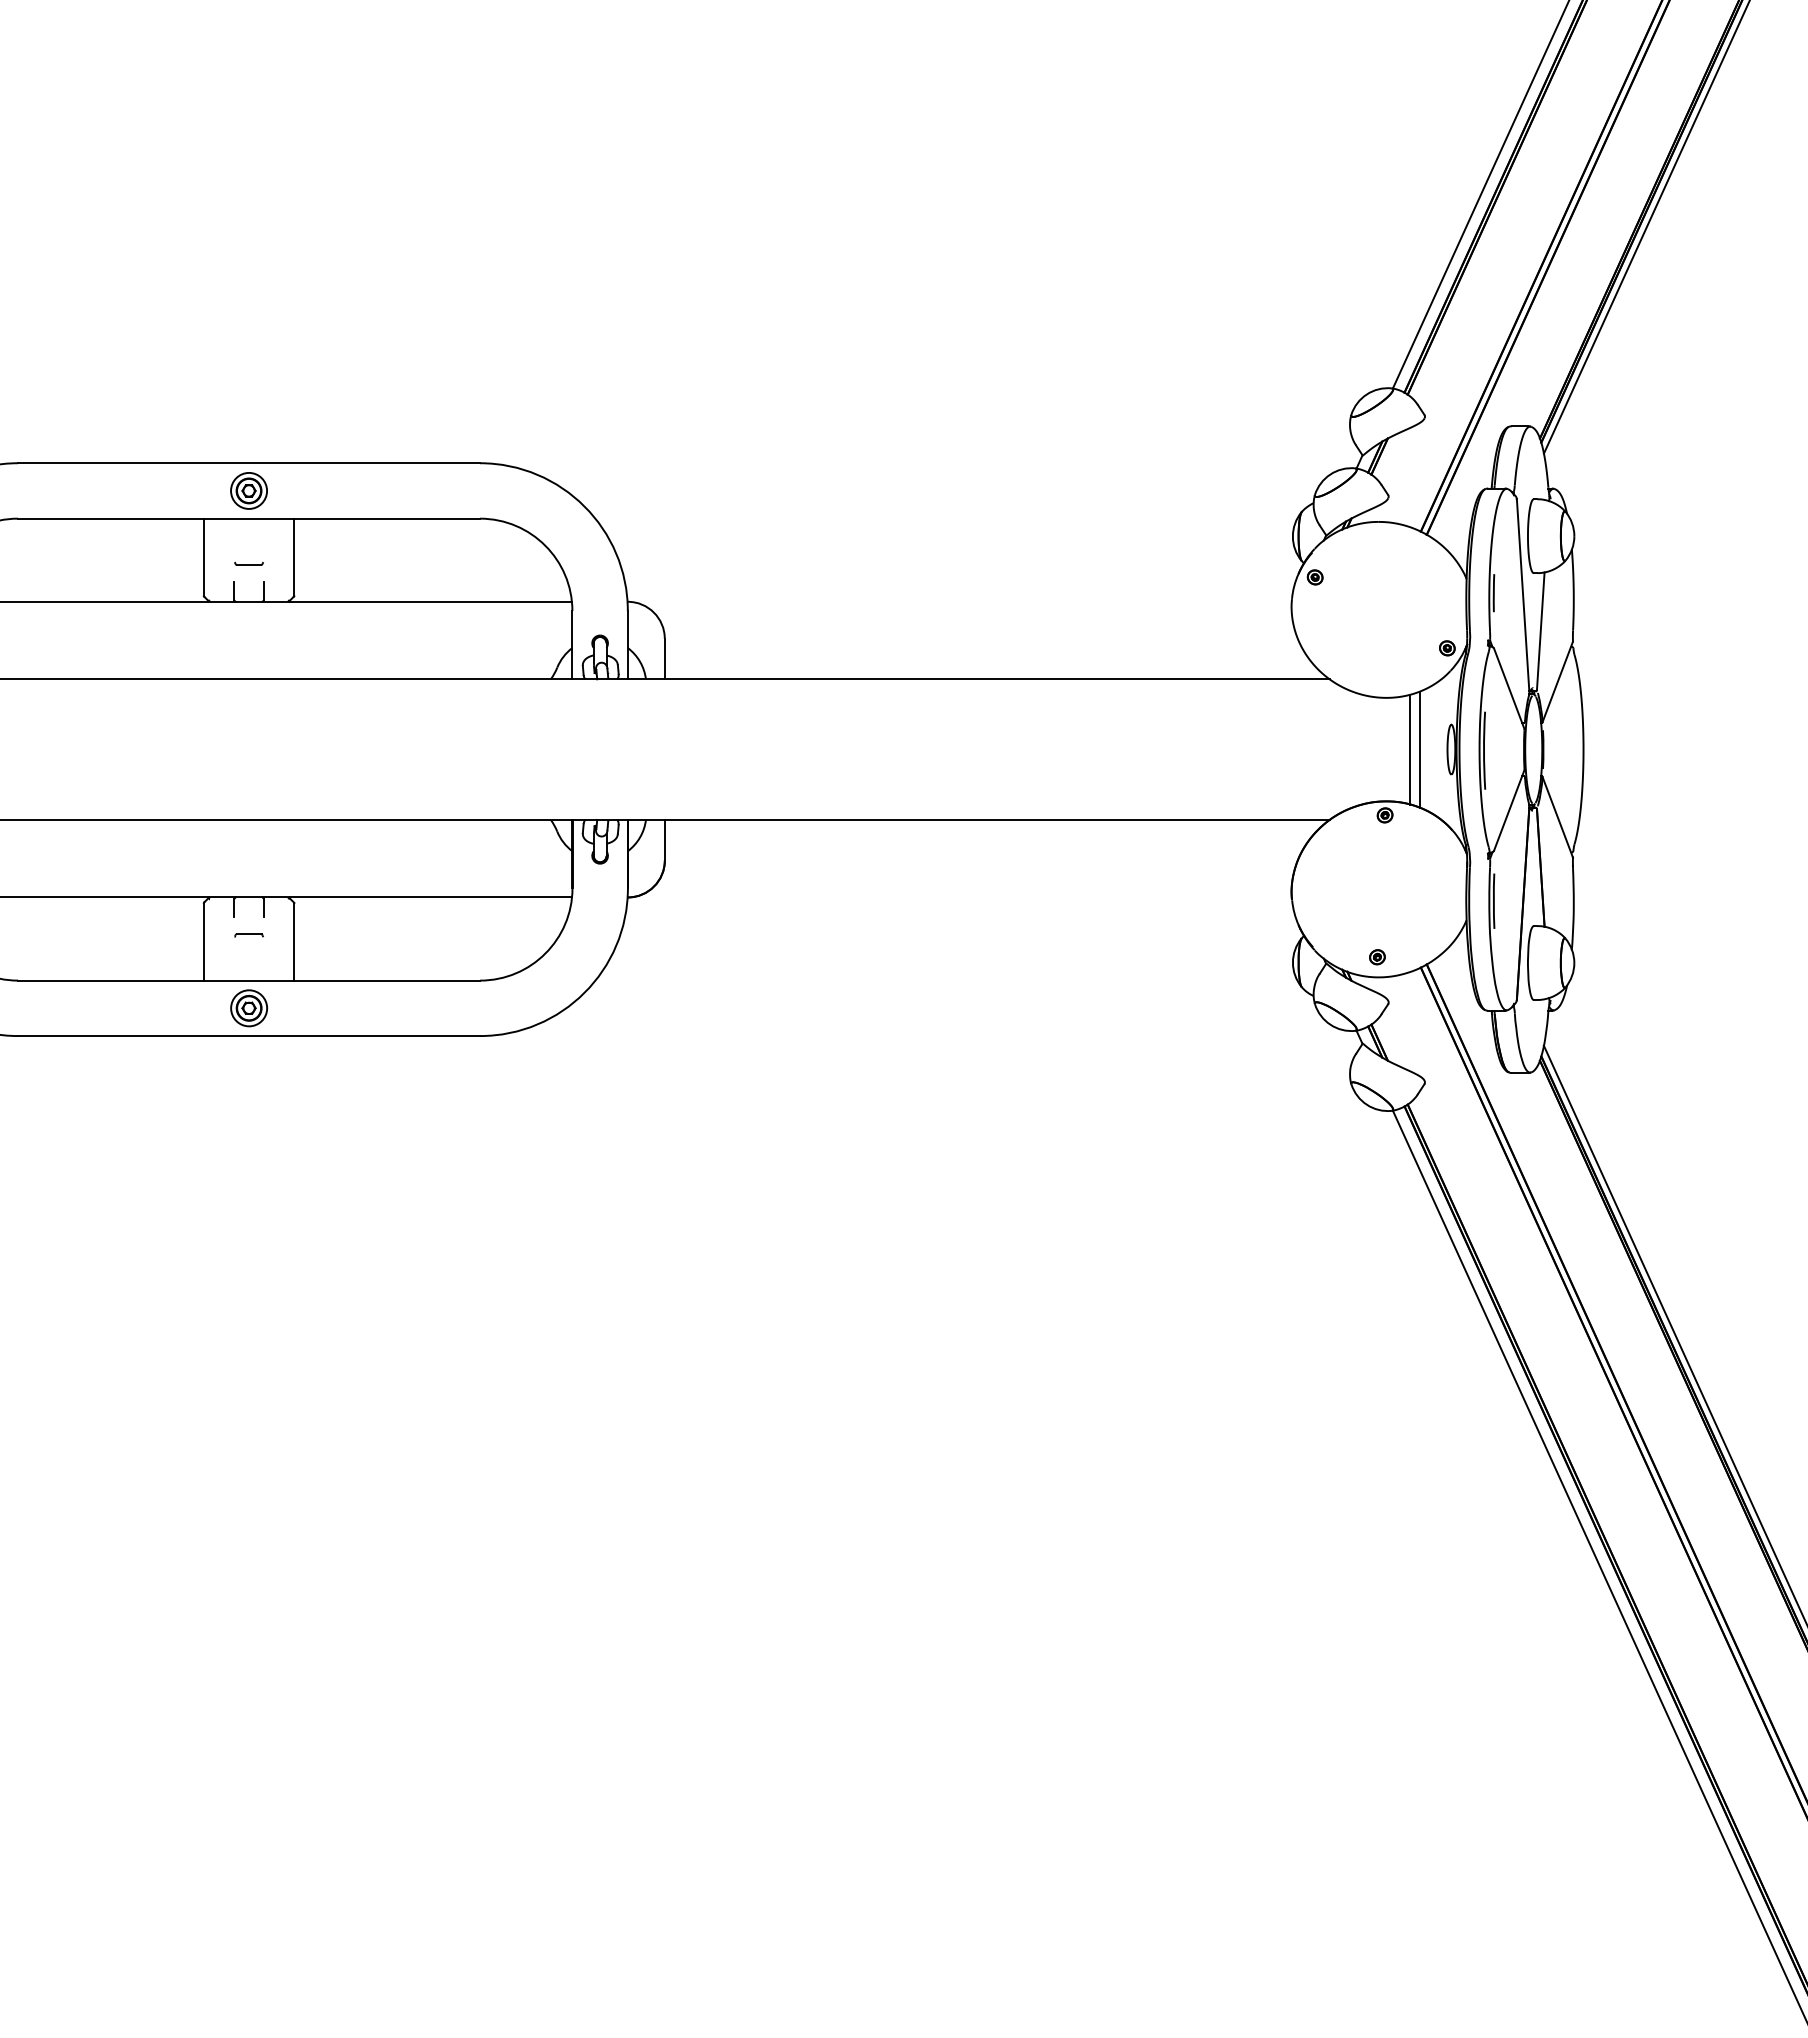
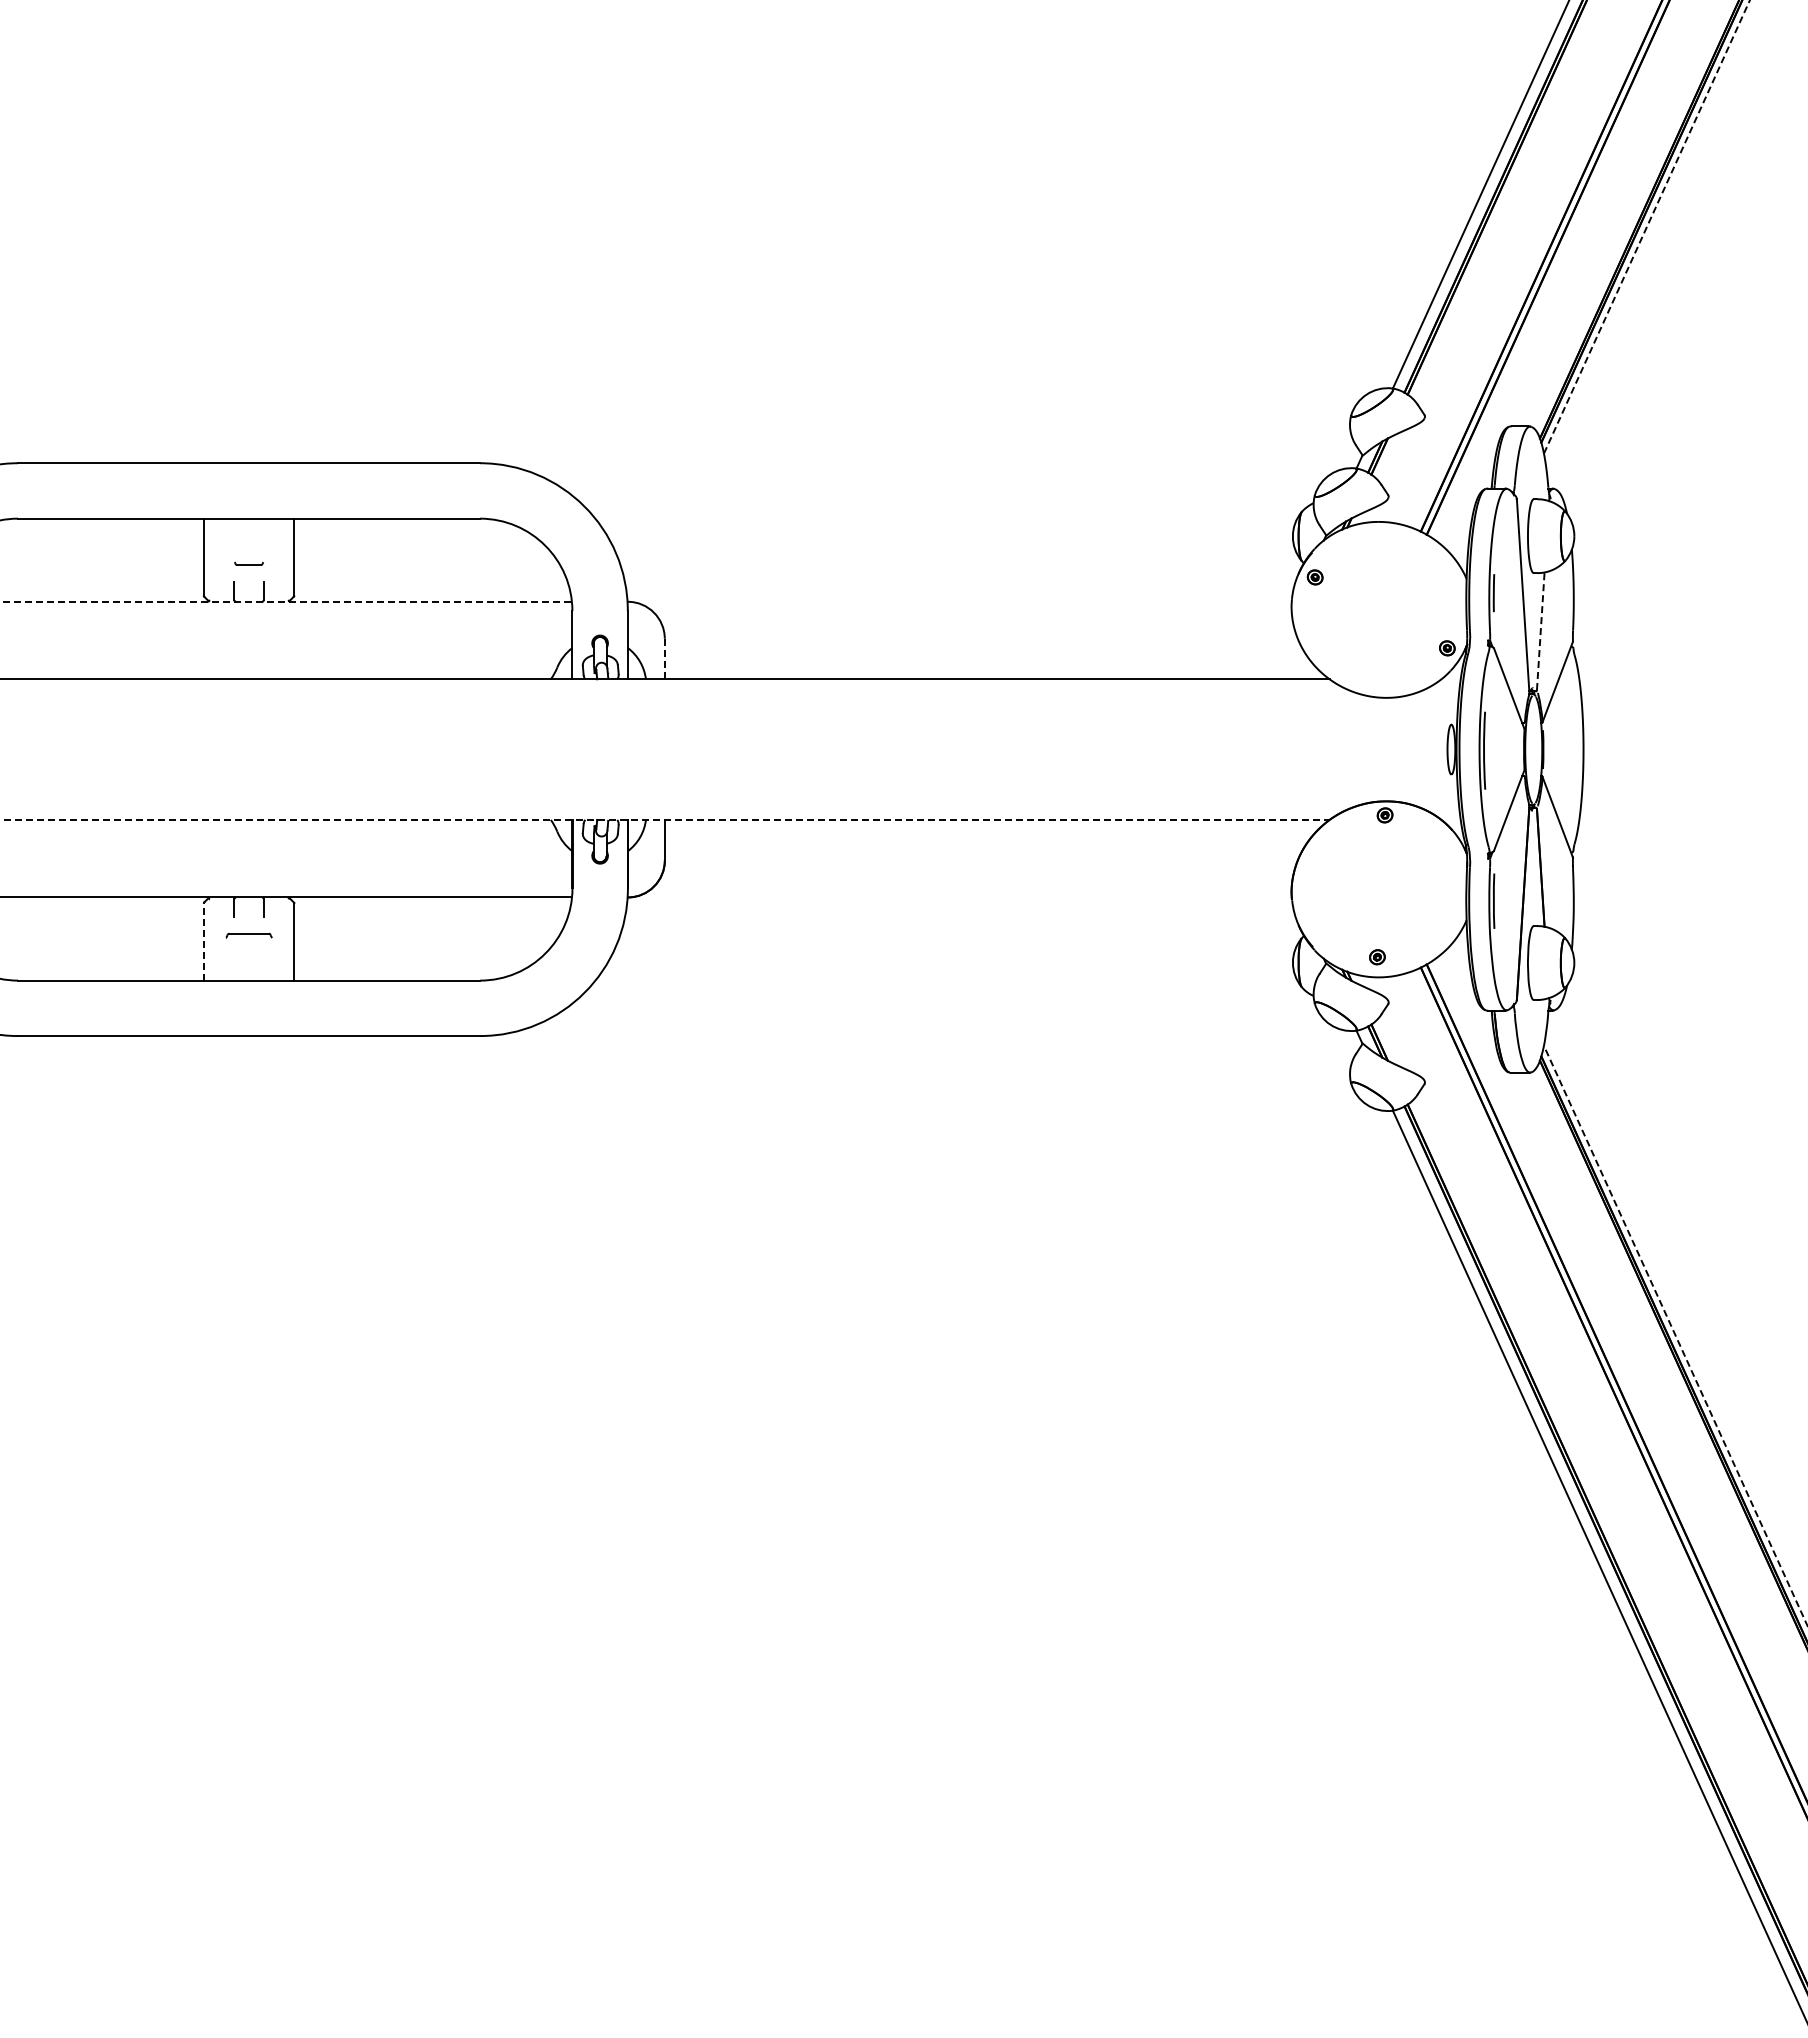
line at (1646, 226): solid -> dashed
part at (248, 490): present -> none
line at (286, 601): solid -> dashed
line at (1540, 631): solid -> dashed
line at (664, 659): solid -> dashed
line at (1410, 749): present -> none
line at (1419, 749): present -> none
line at (665, 819): solid -> dashed
part at (248, 935) size: 30x5 px -> 48x7 px
line at (203, 941): solid -> dashed
part at (248, 1008): present -> none
line at (1675, 1335): solid -> dashed
